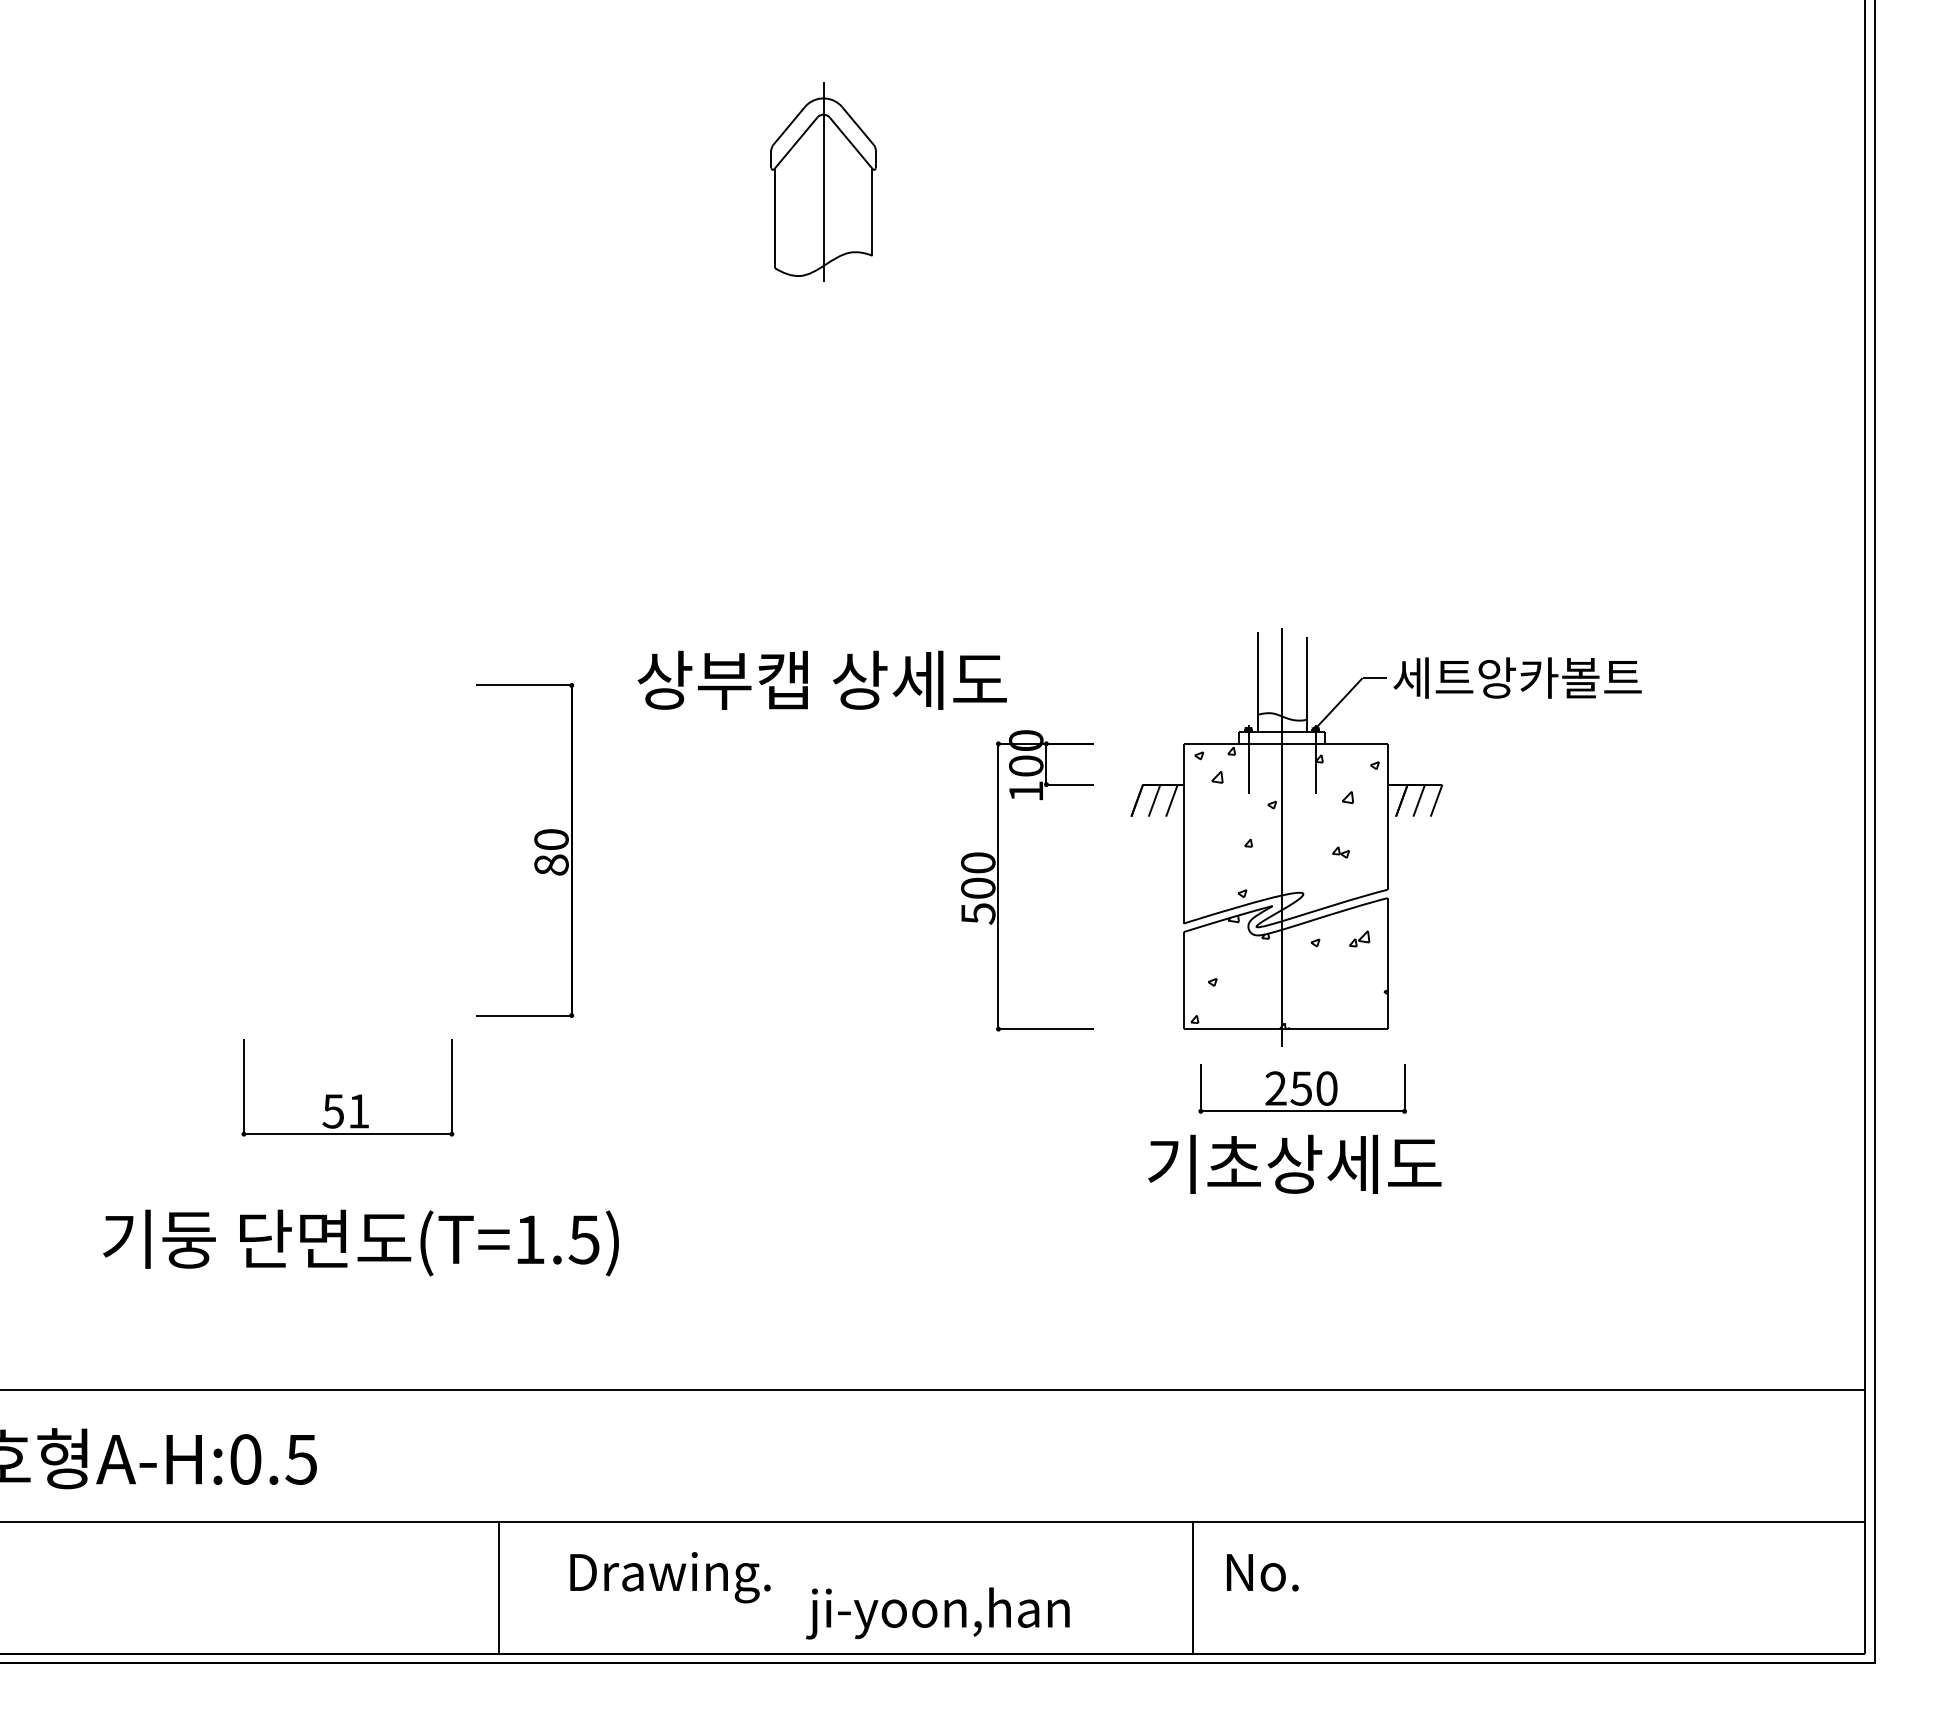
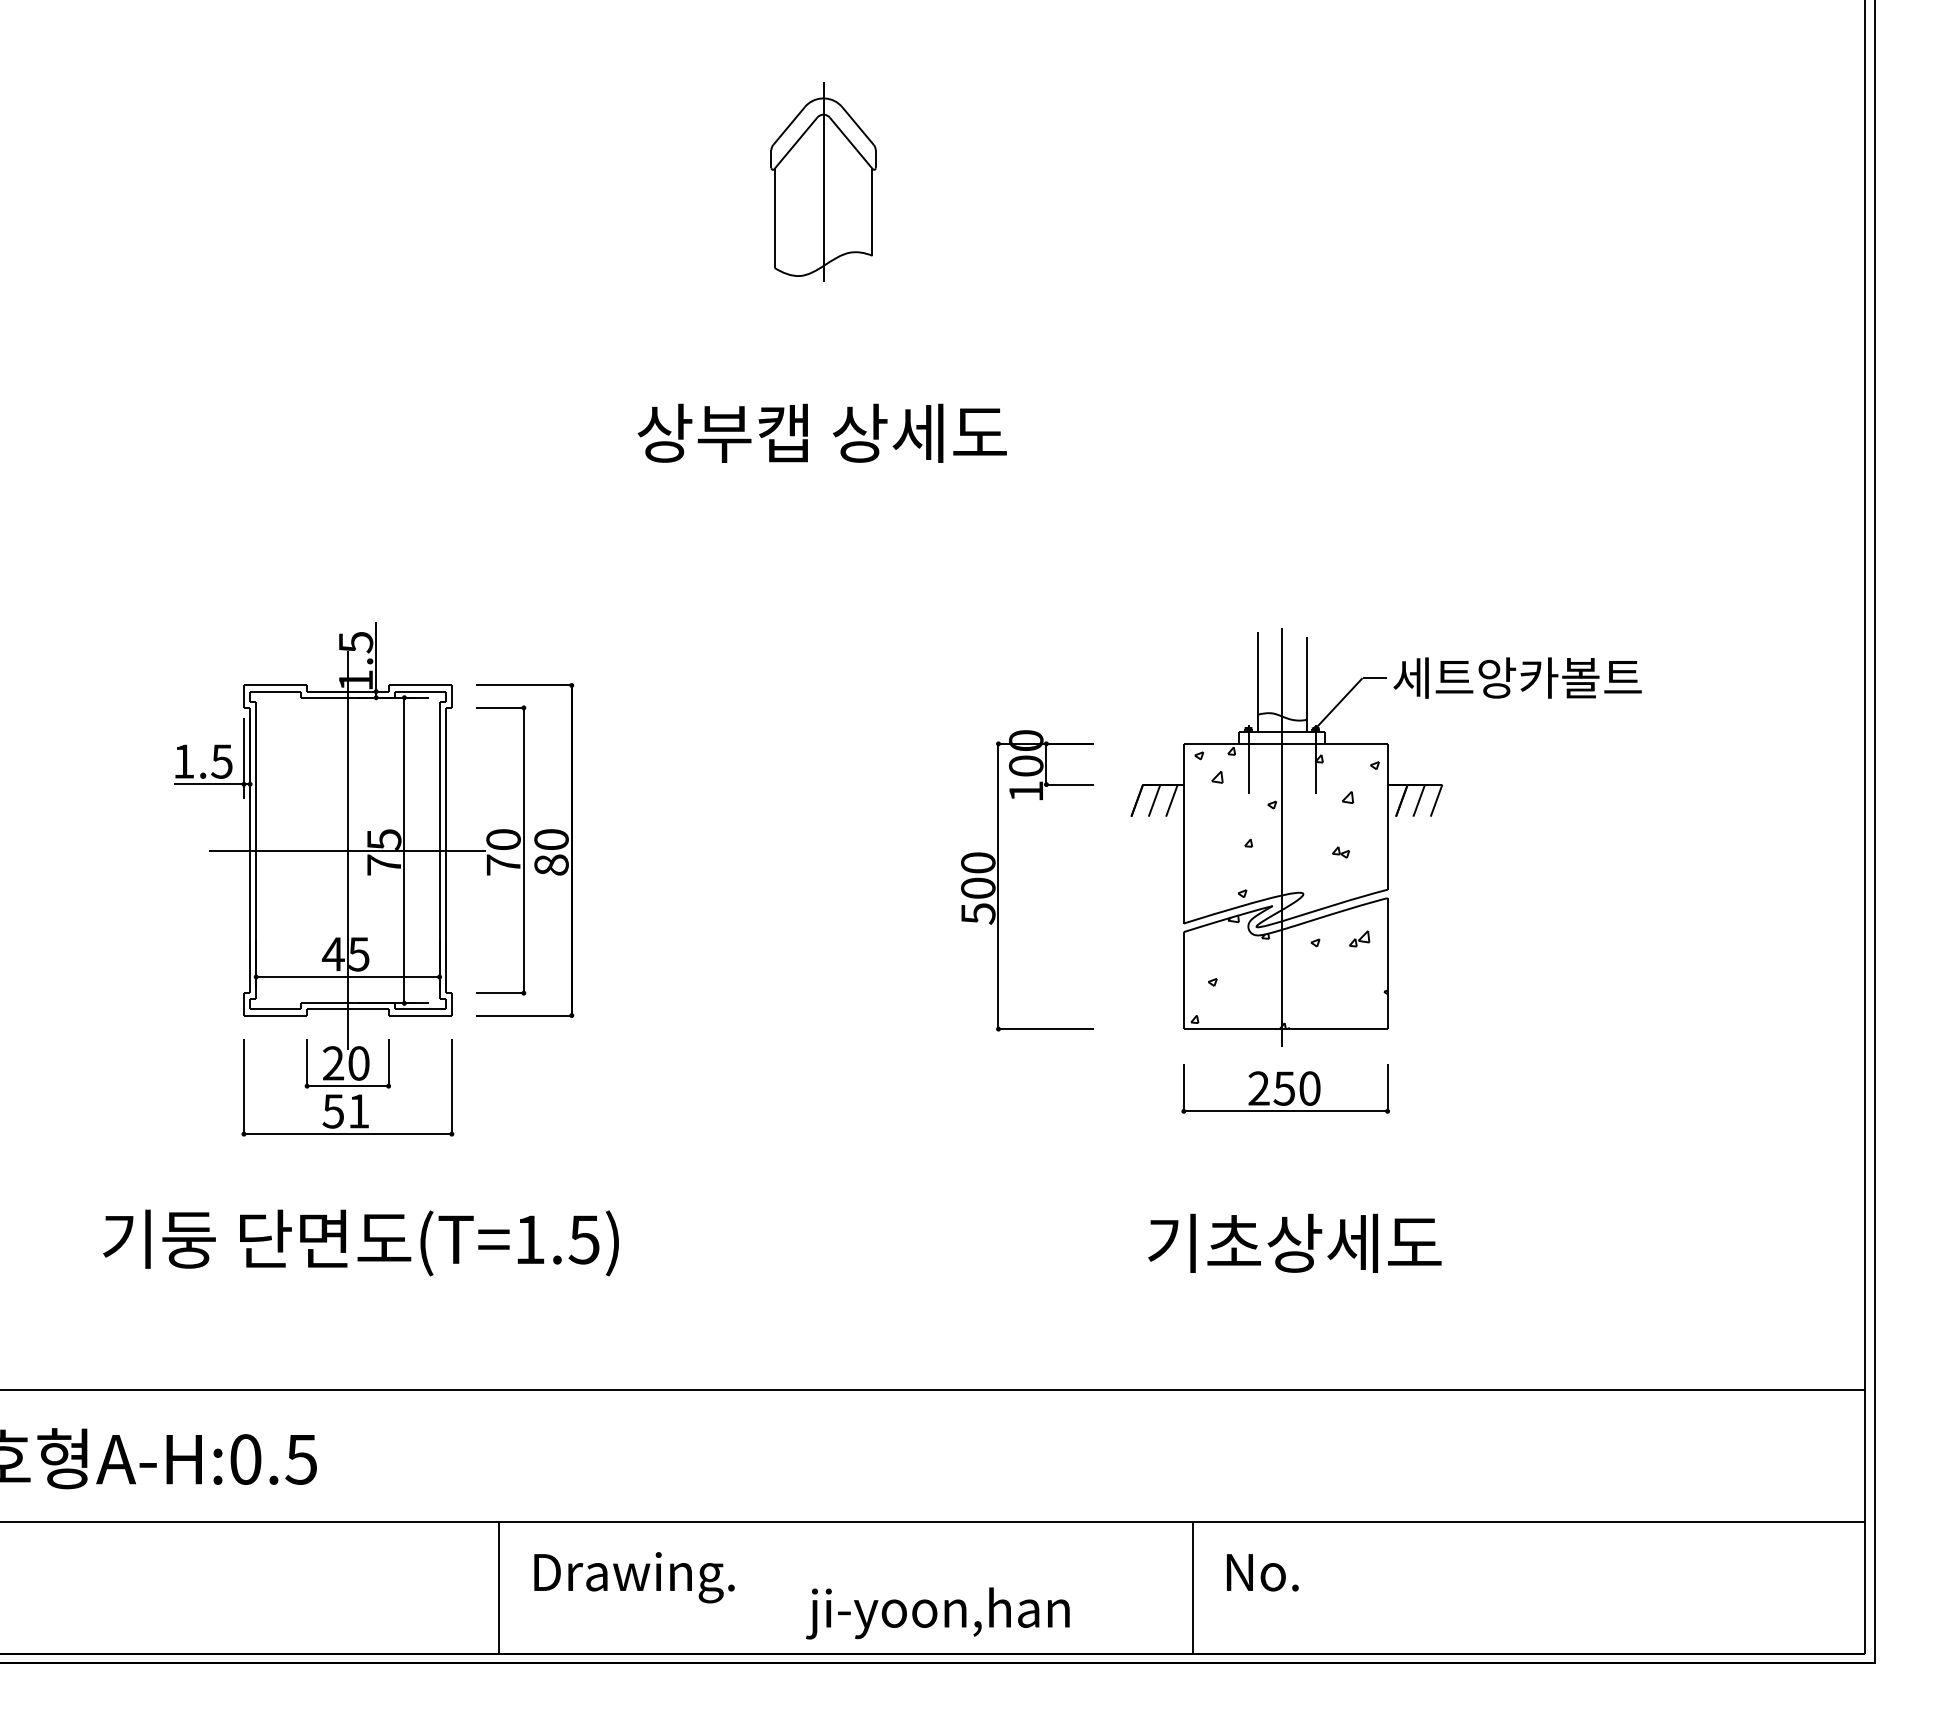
text at (821, 679) position: (821, 679) -> (821, 432)
part at (350, 855): none -> present
part at (1302, 1088) position: (1302, 1088) -> (1285, 1088)
text at (1294, 1163) position: (1294, 1163) -> (1294, 1242)
text at (670, 1577) position: (670, 1577) -> (634, 1577)
